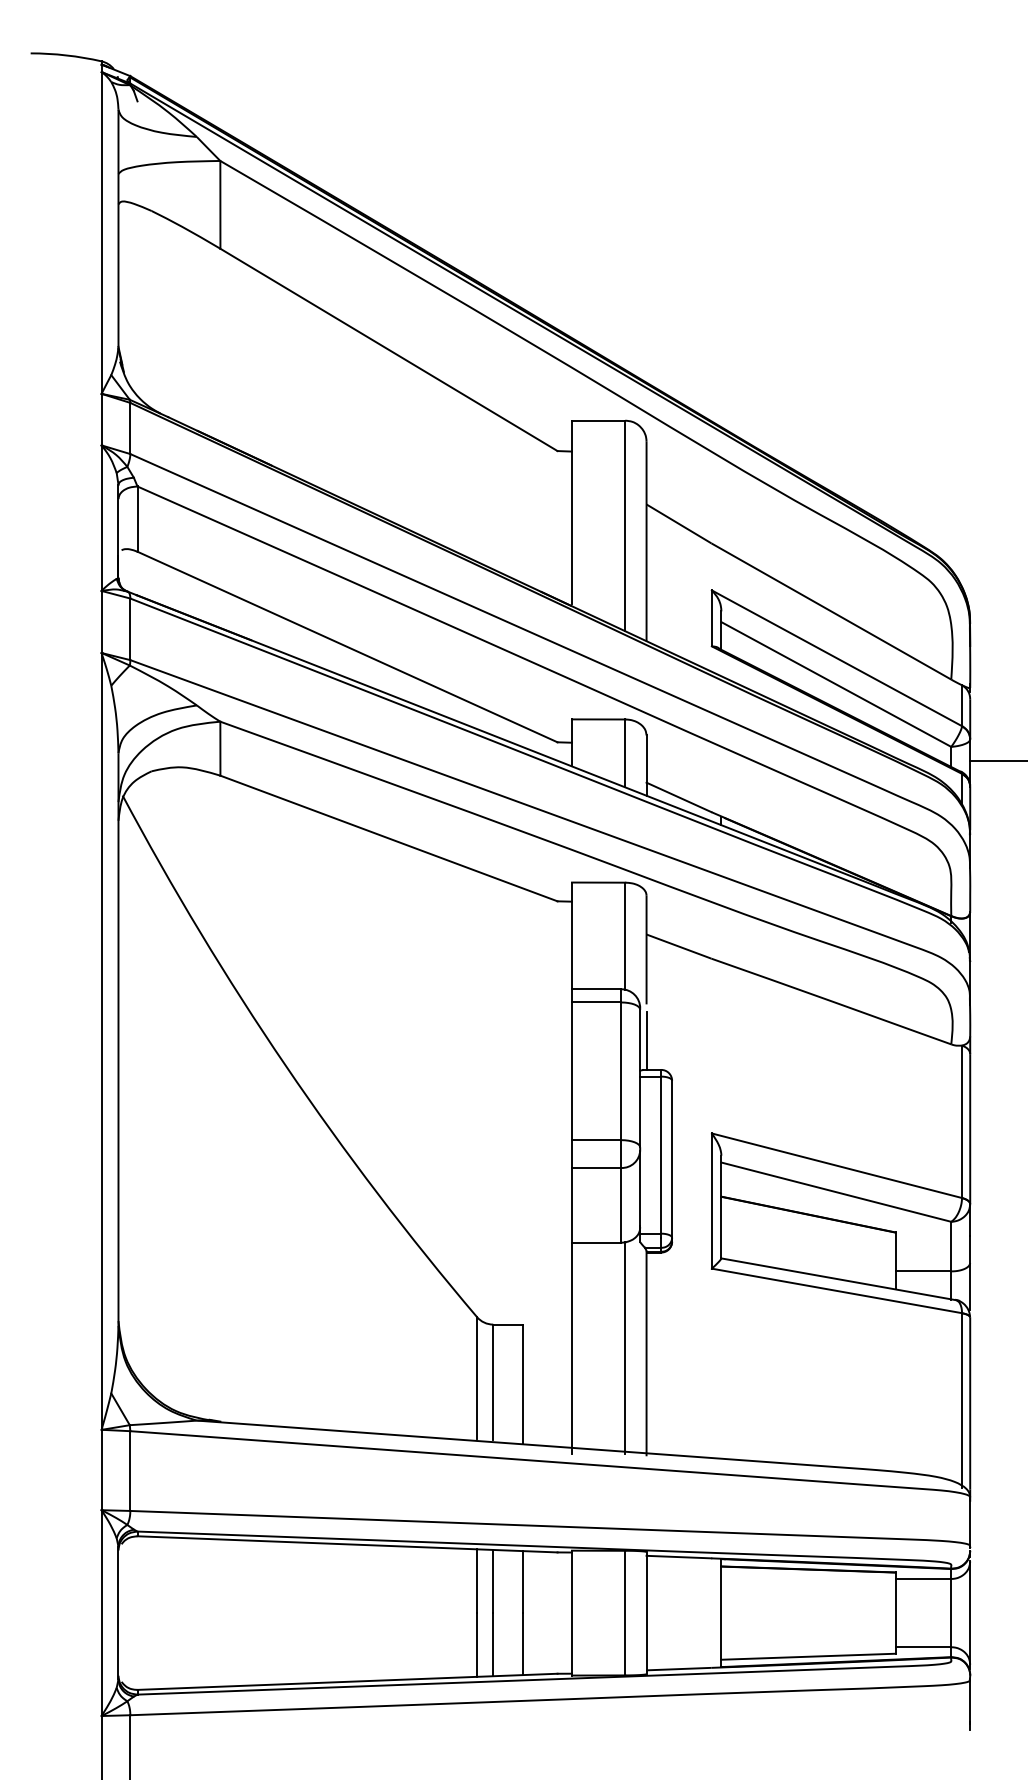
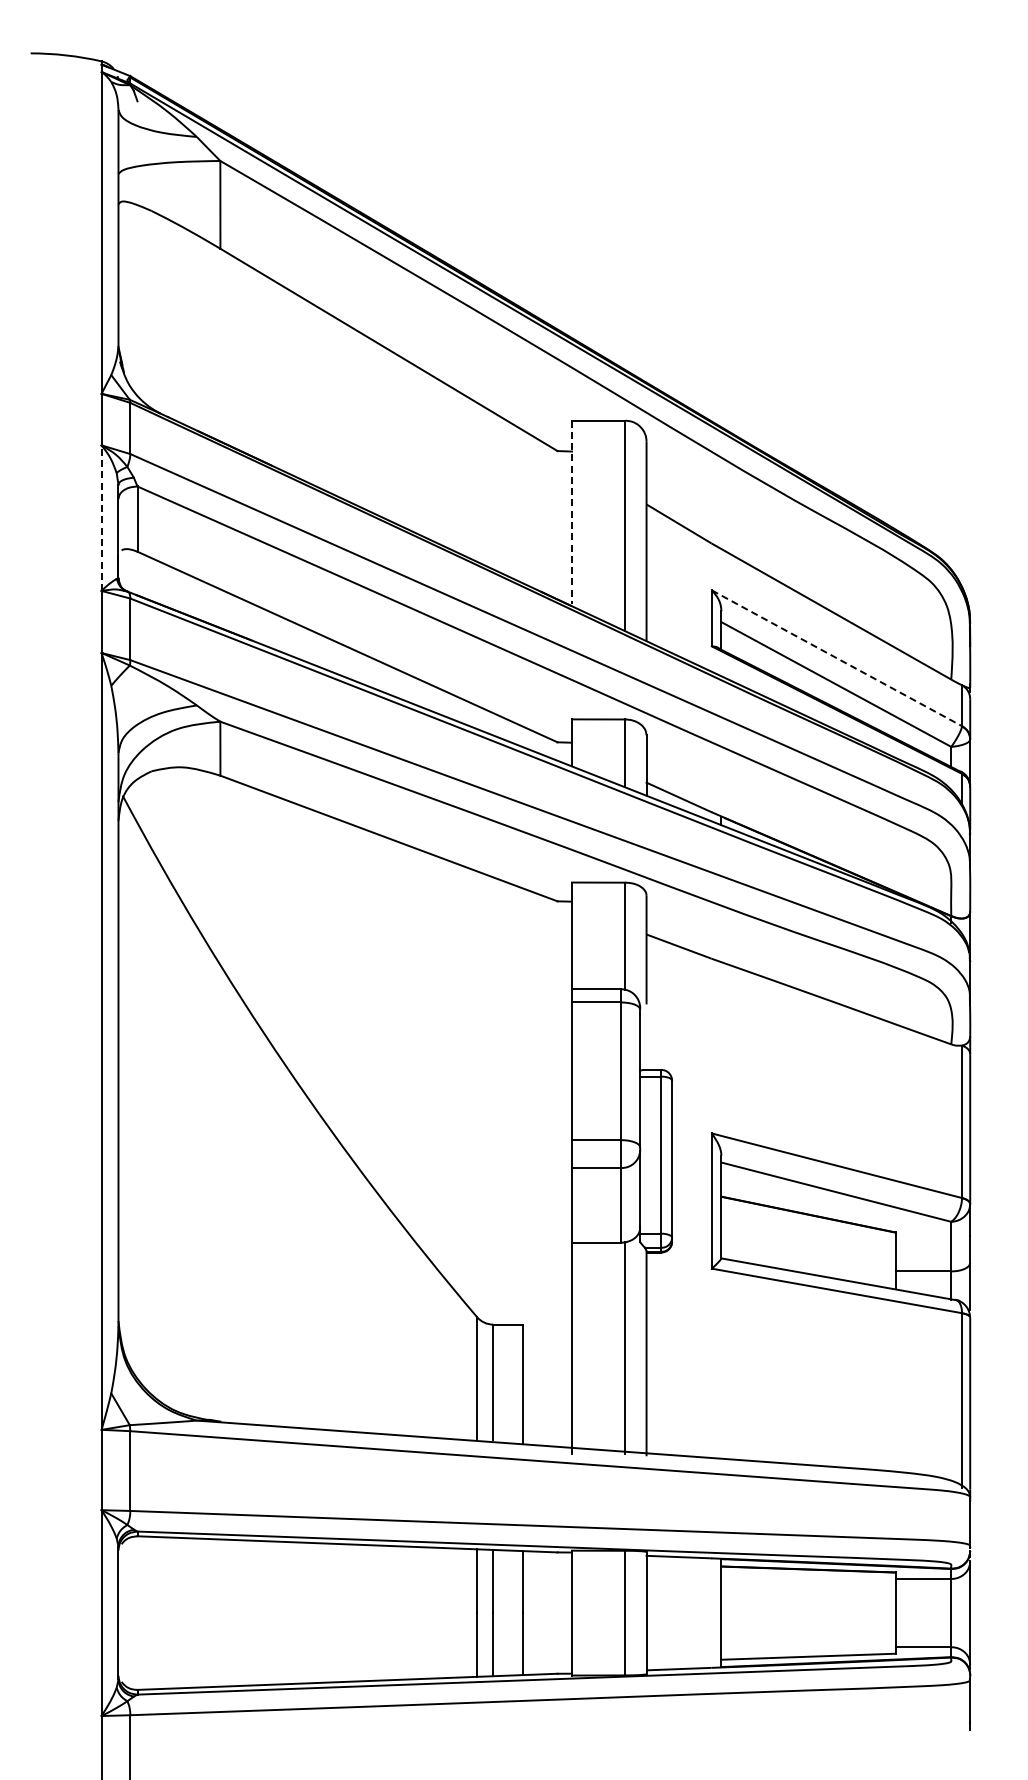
line at (572, 512): solid -> dashed
line at (101, 518): solid -> dashed
line at (837, 658): solid -> dashed
line at (997, 761): present -> none
line at (646, 1040): present -> none
